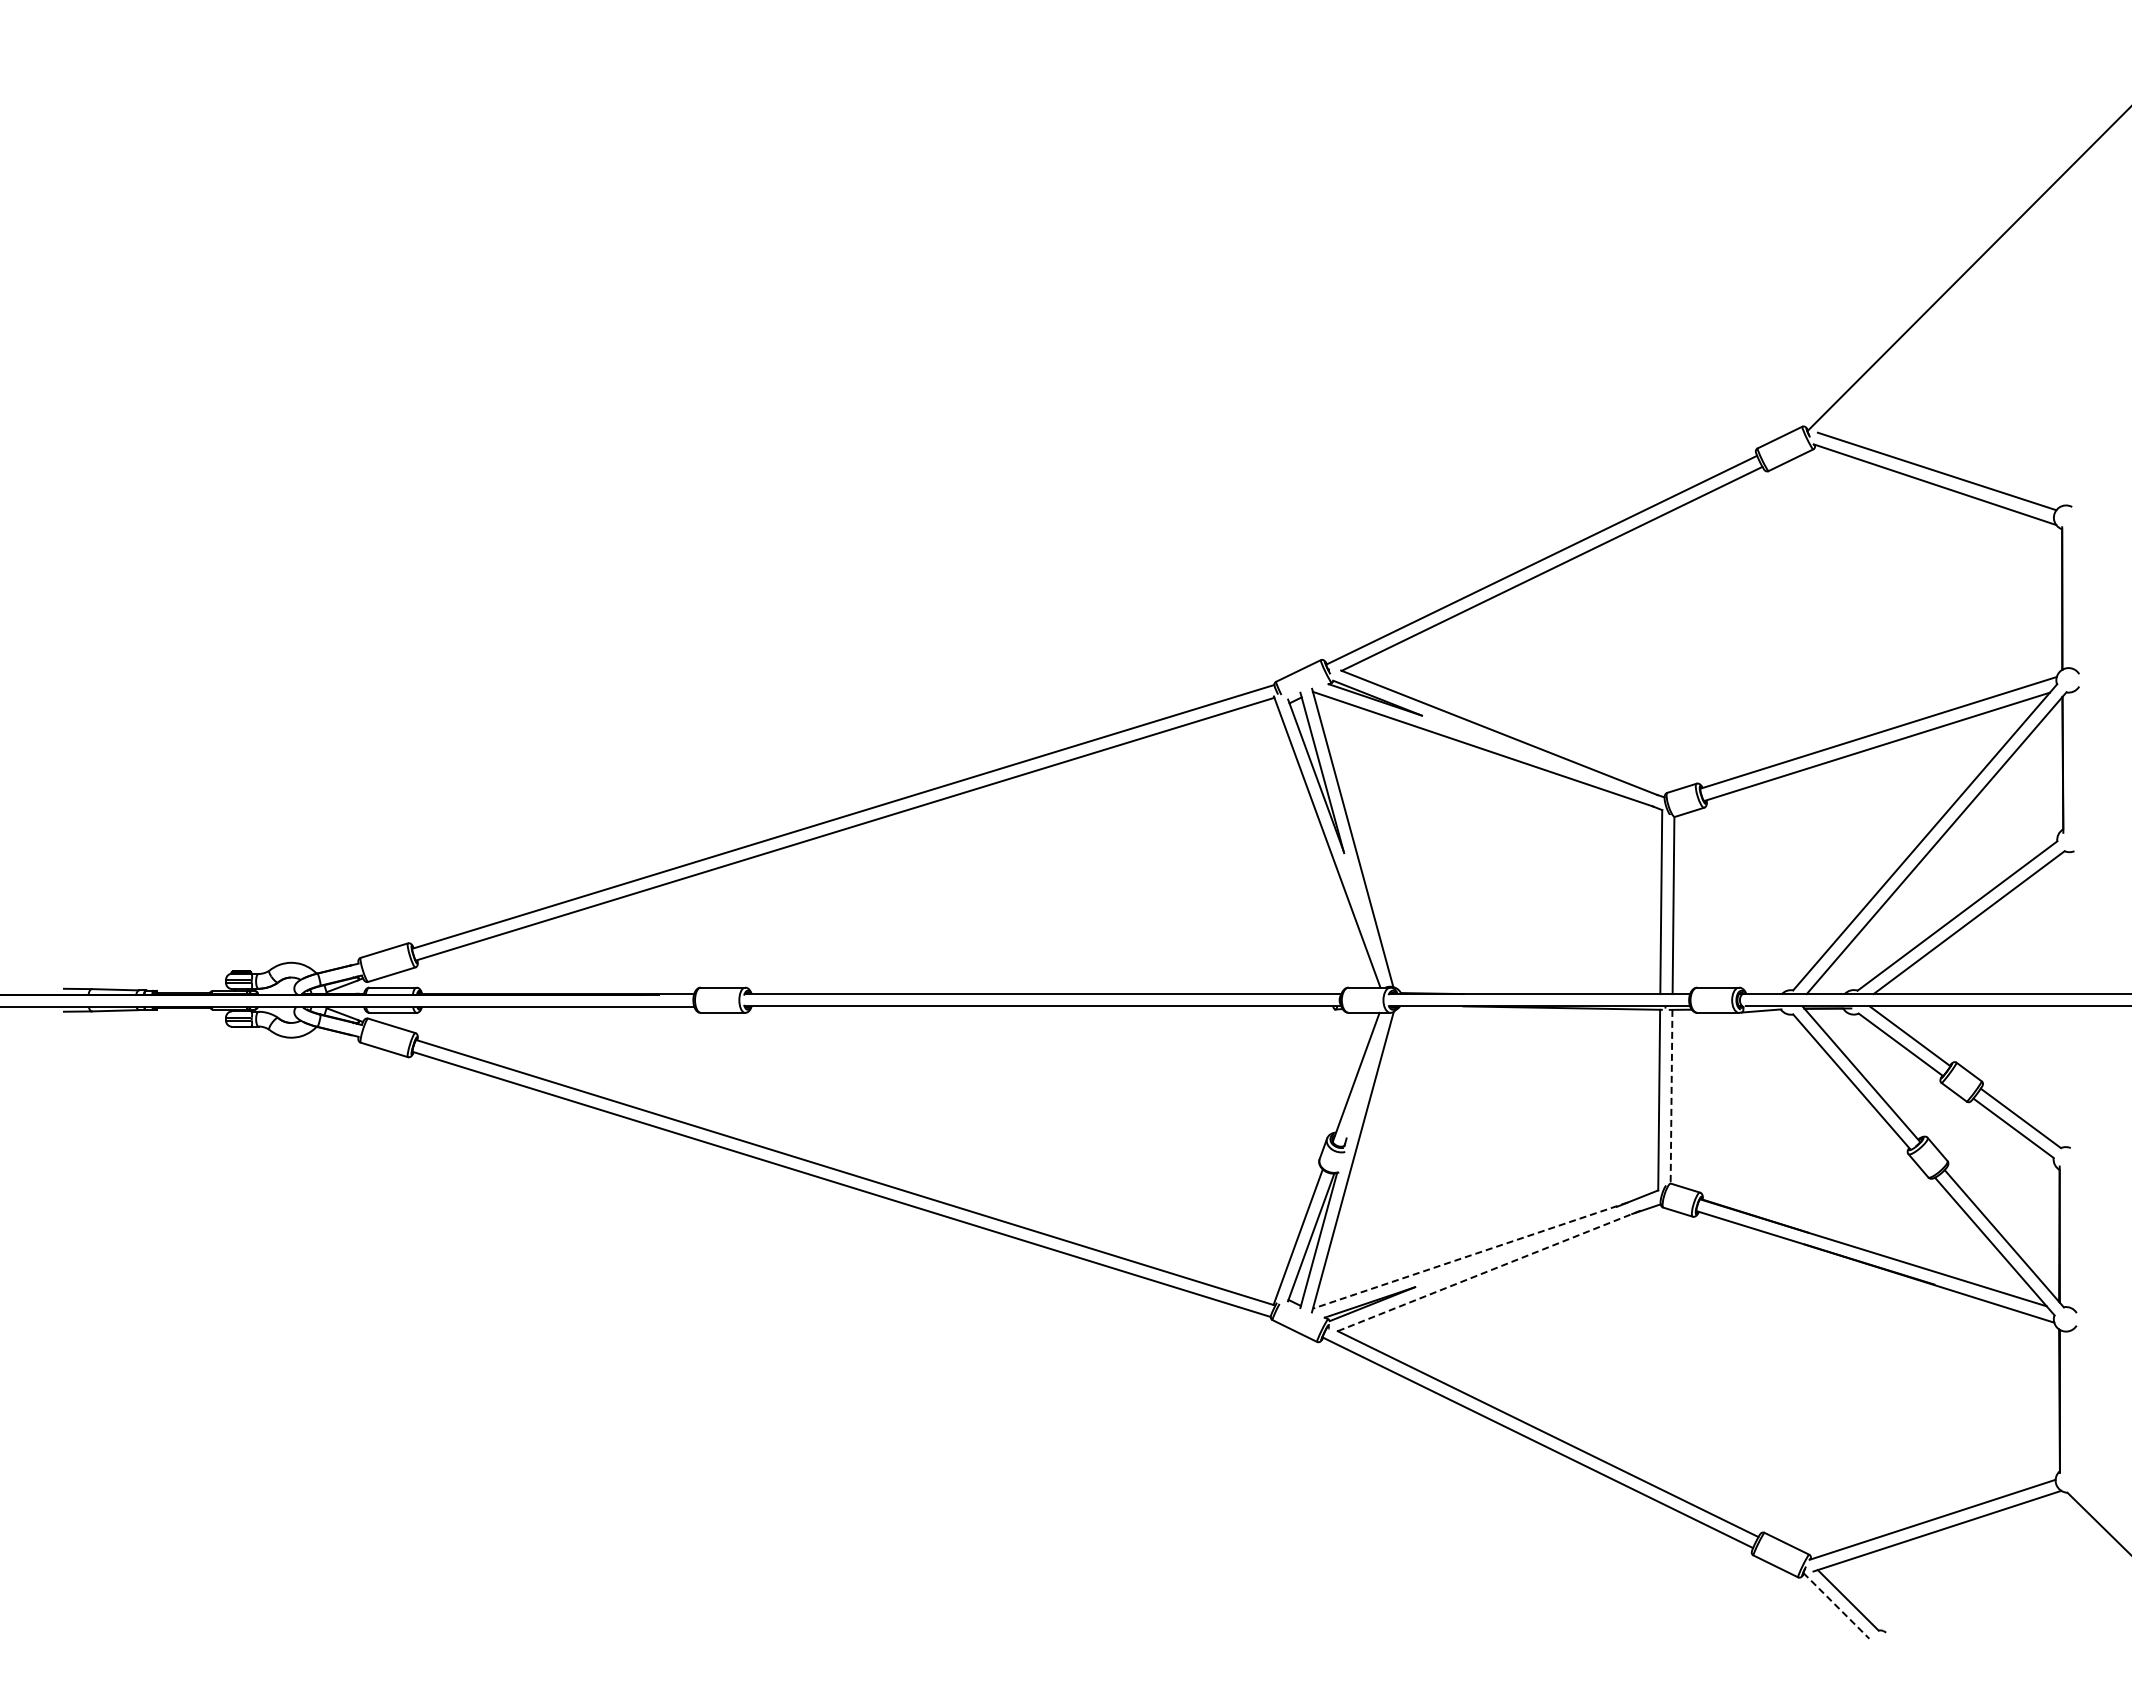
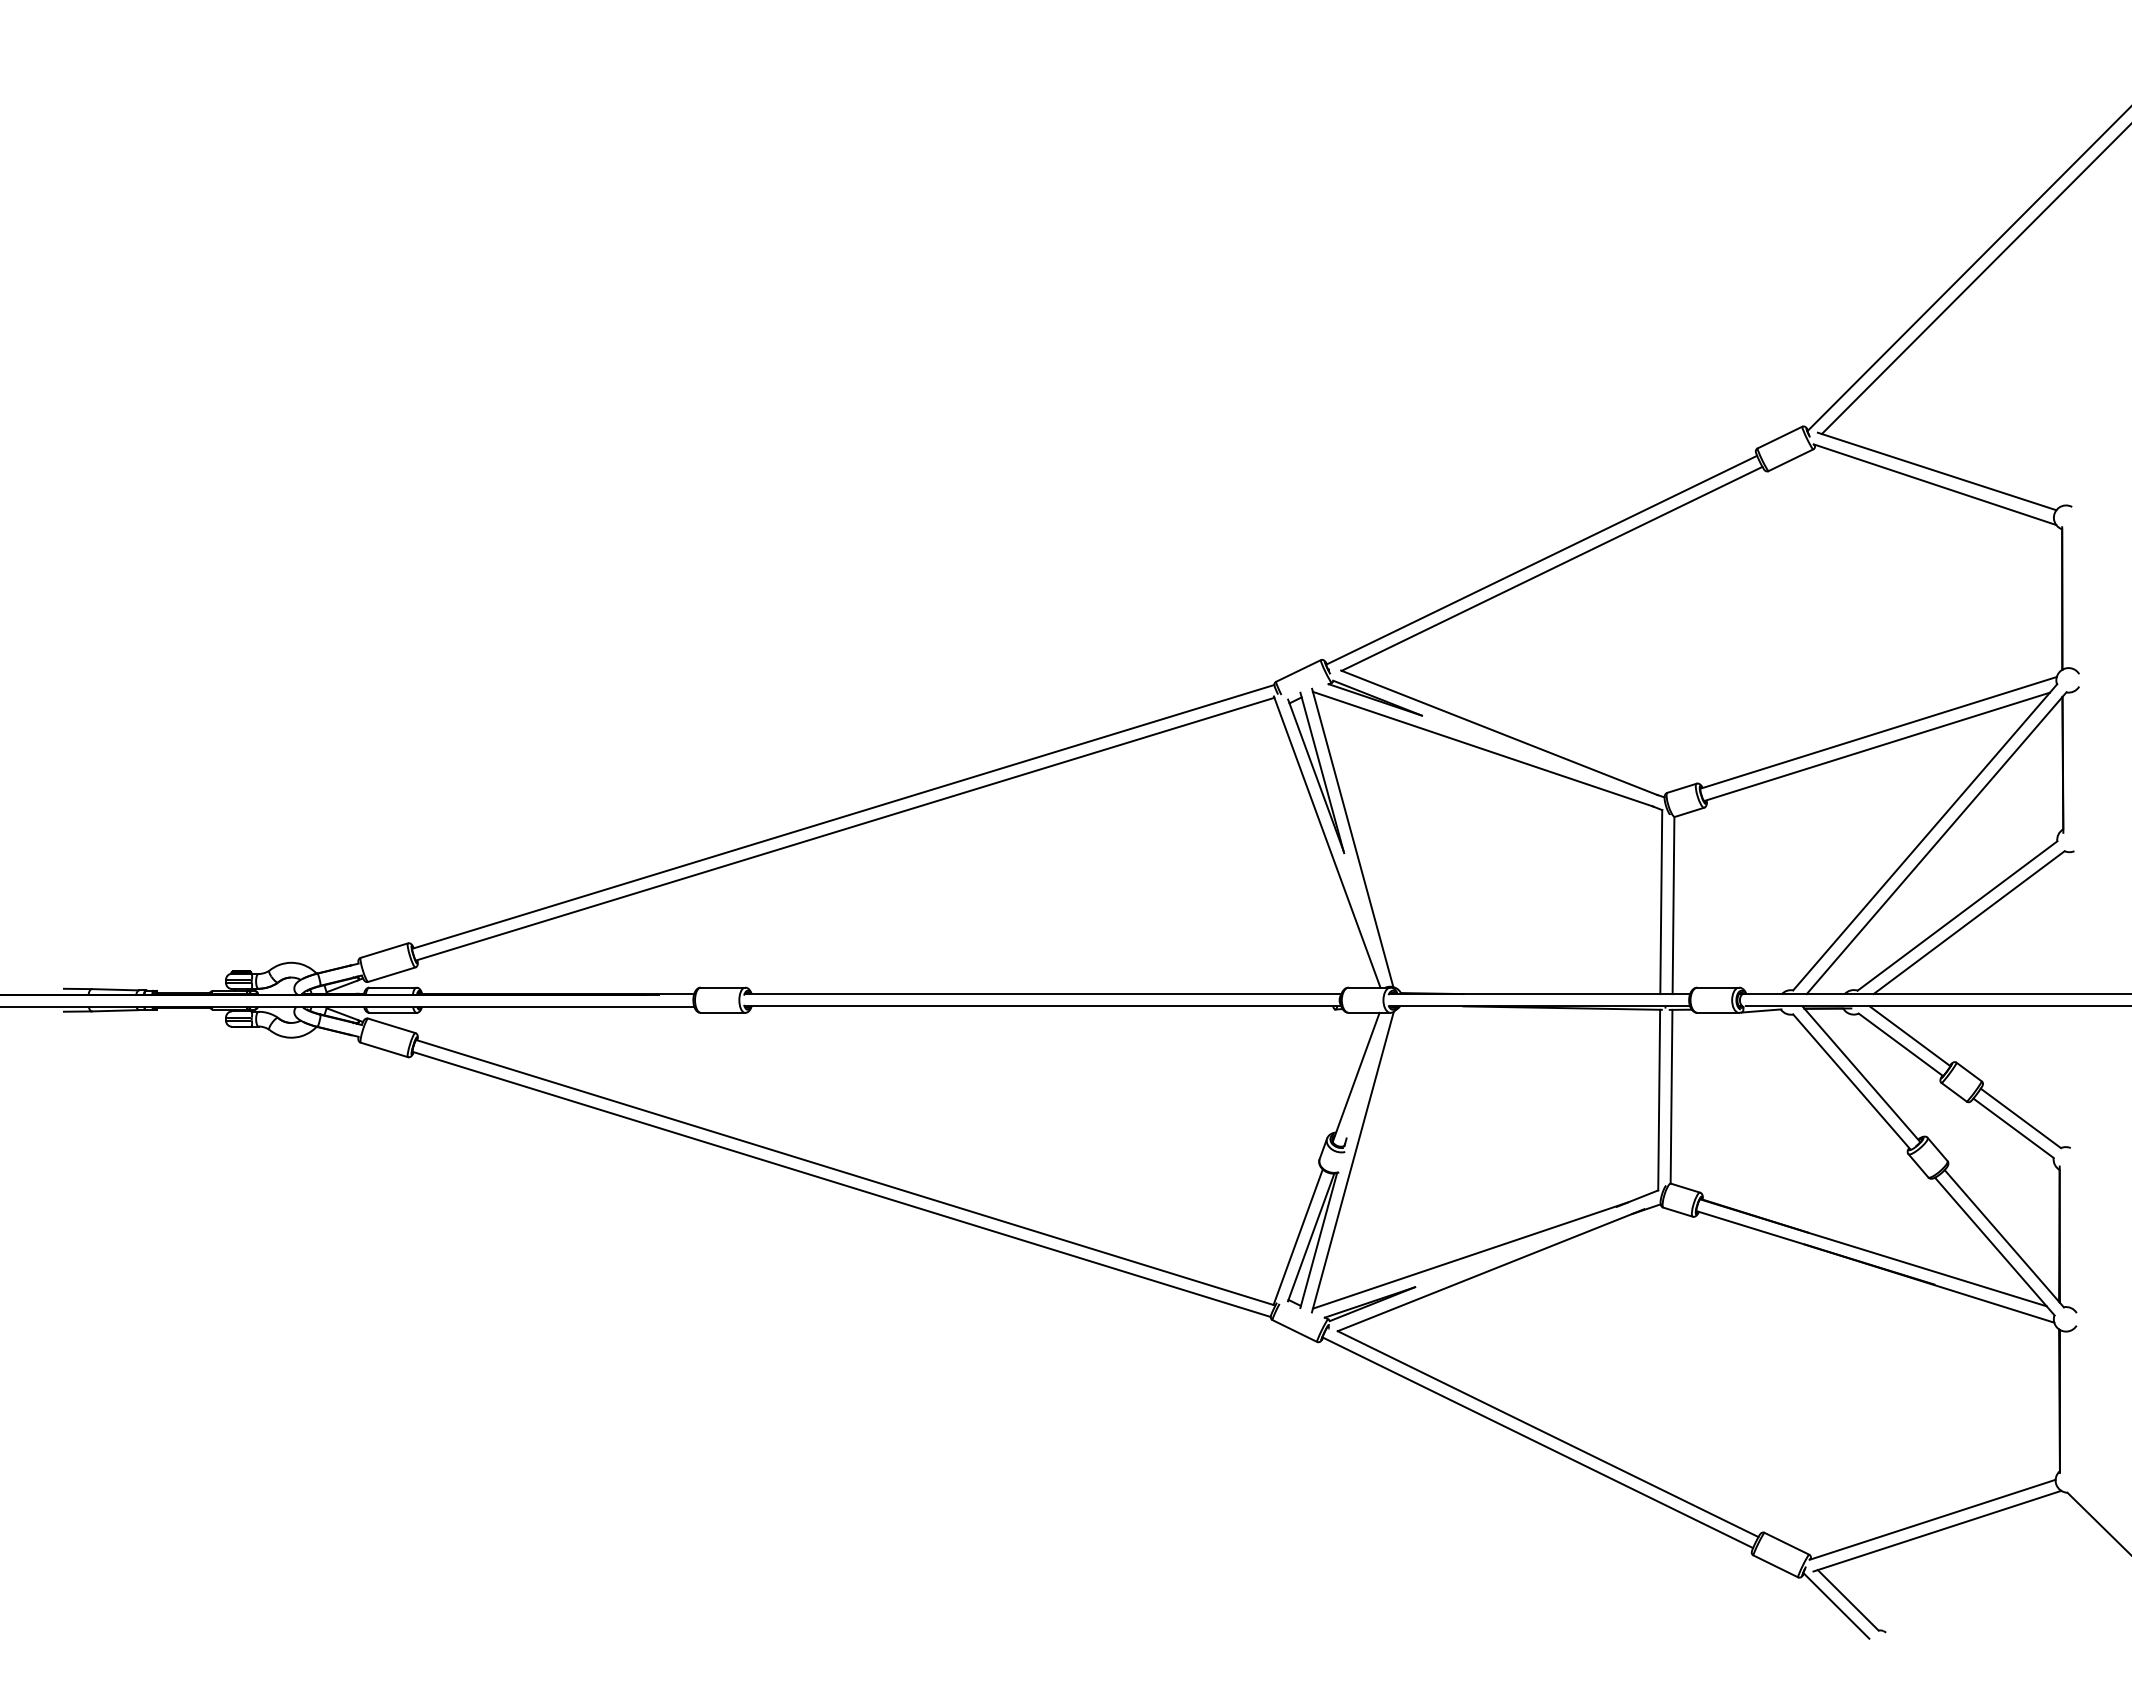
line at (1974, 280): none -> present
line at (1671, 1096): dashed -> solid
line at (1469, 1255): dashed -> solid
line at (1491, 1270): dashed -> solid
line at (1836, 1605): dashed -> solid
